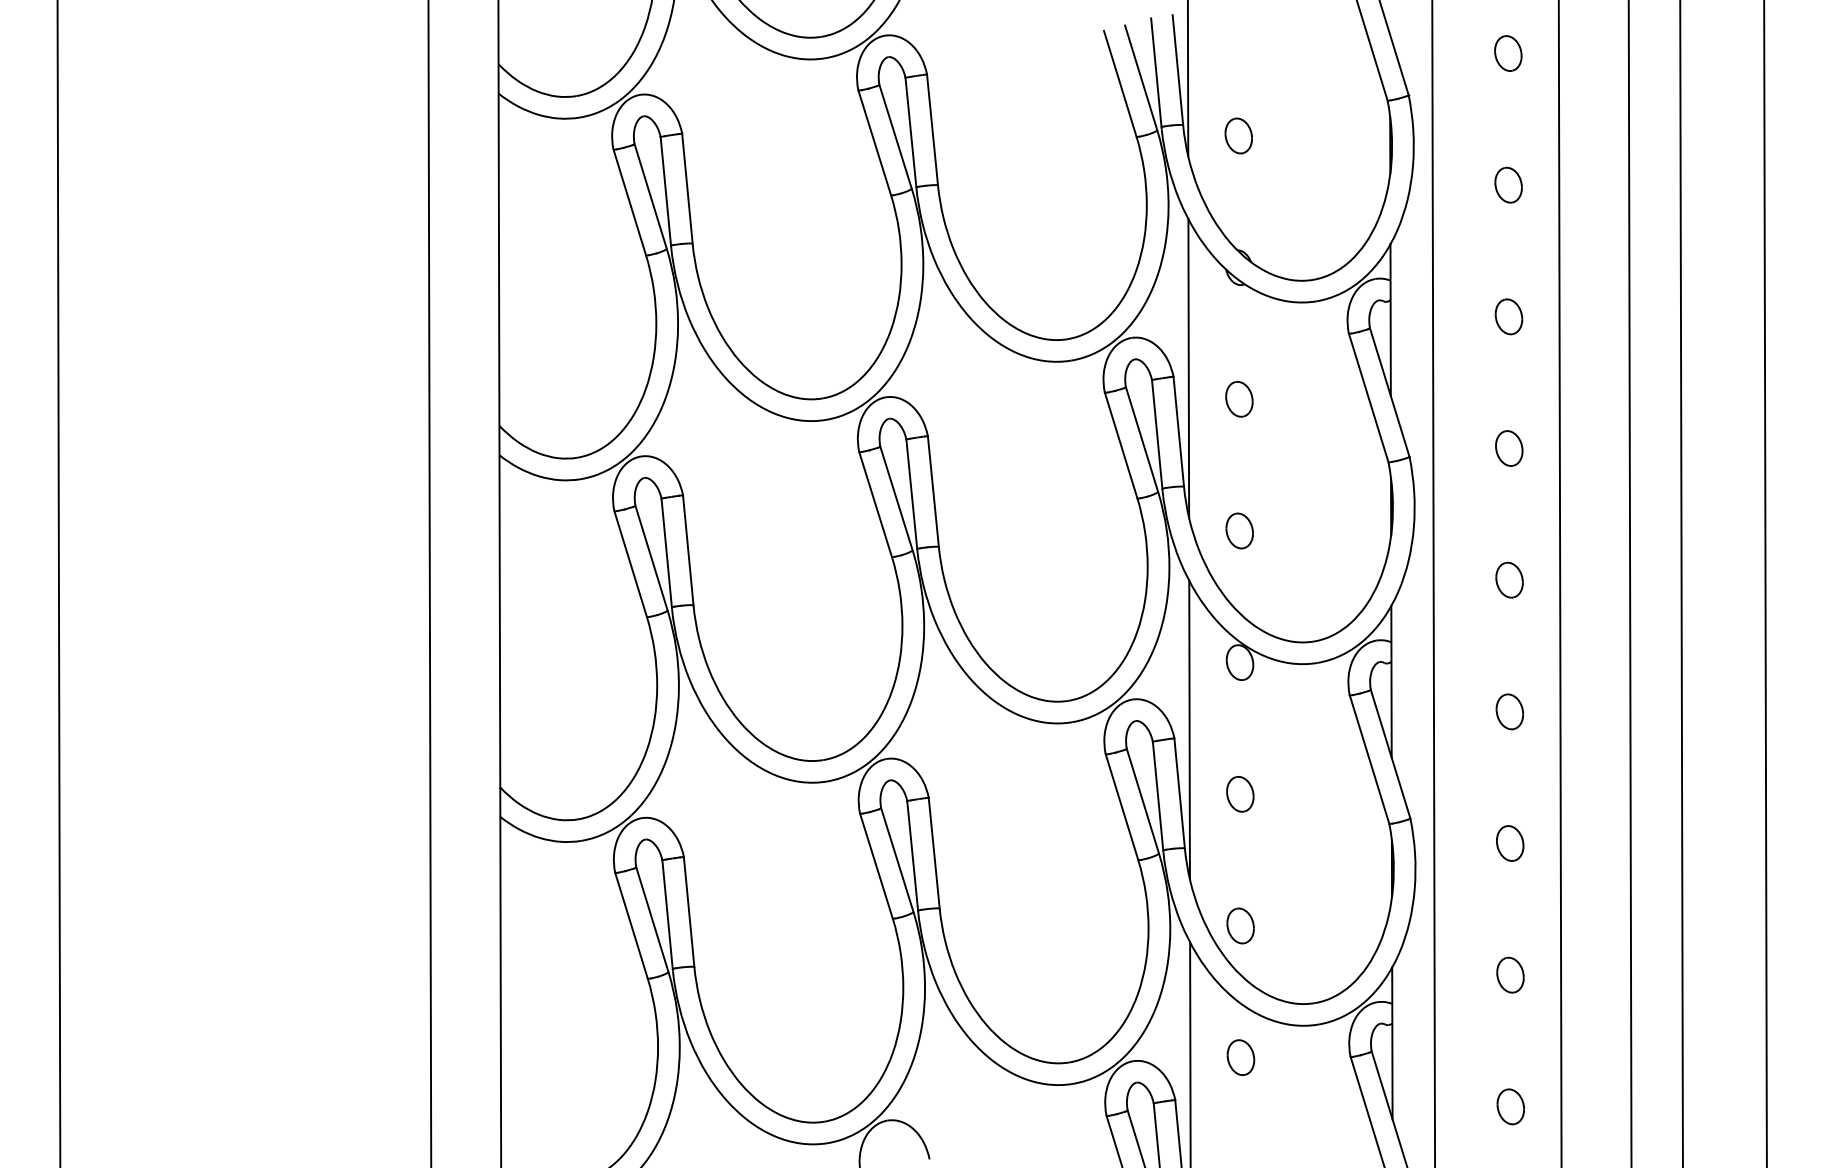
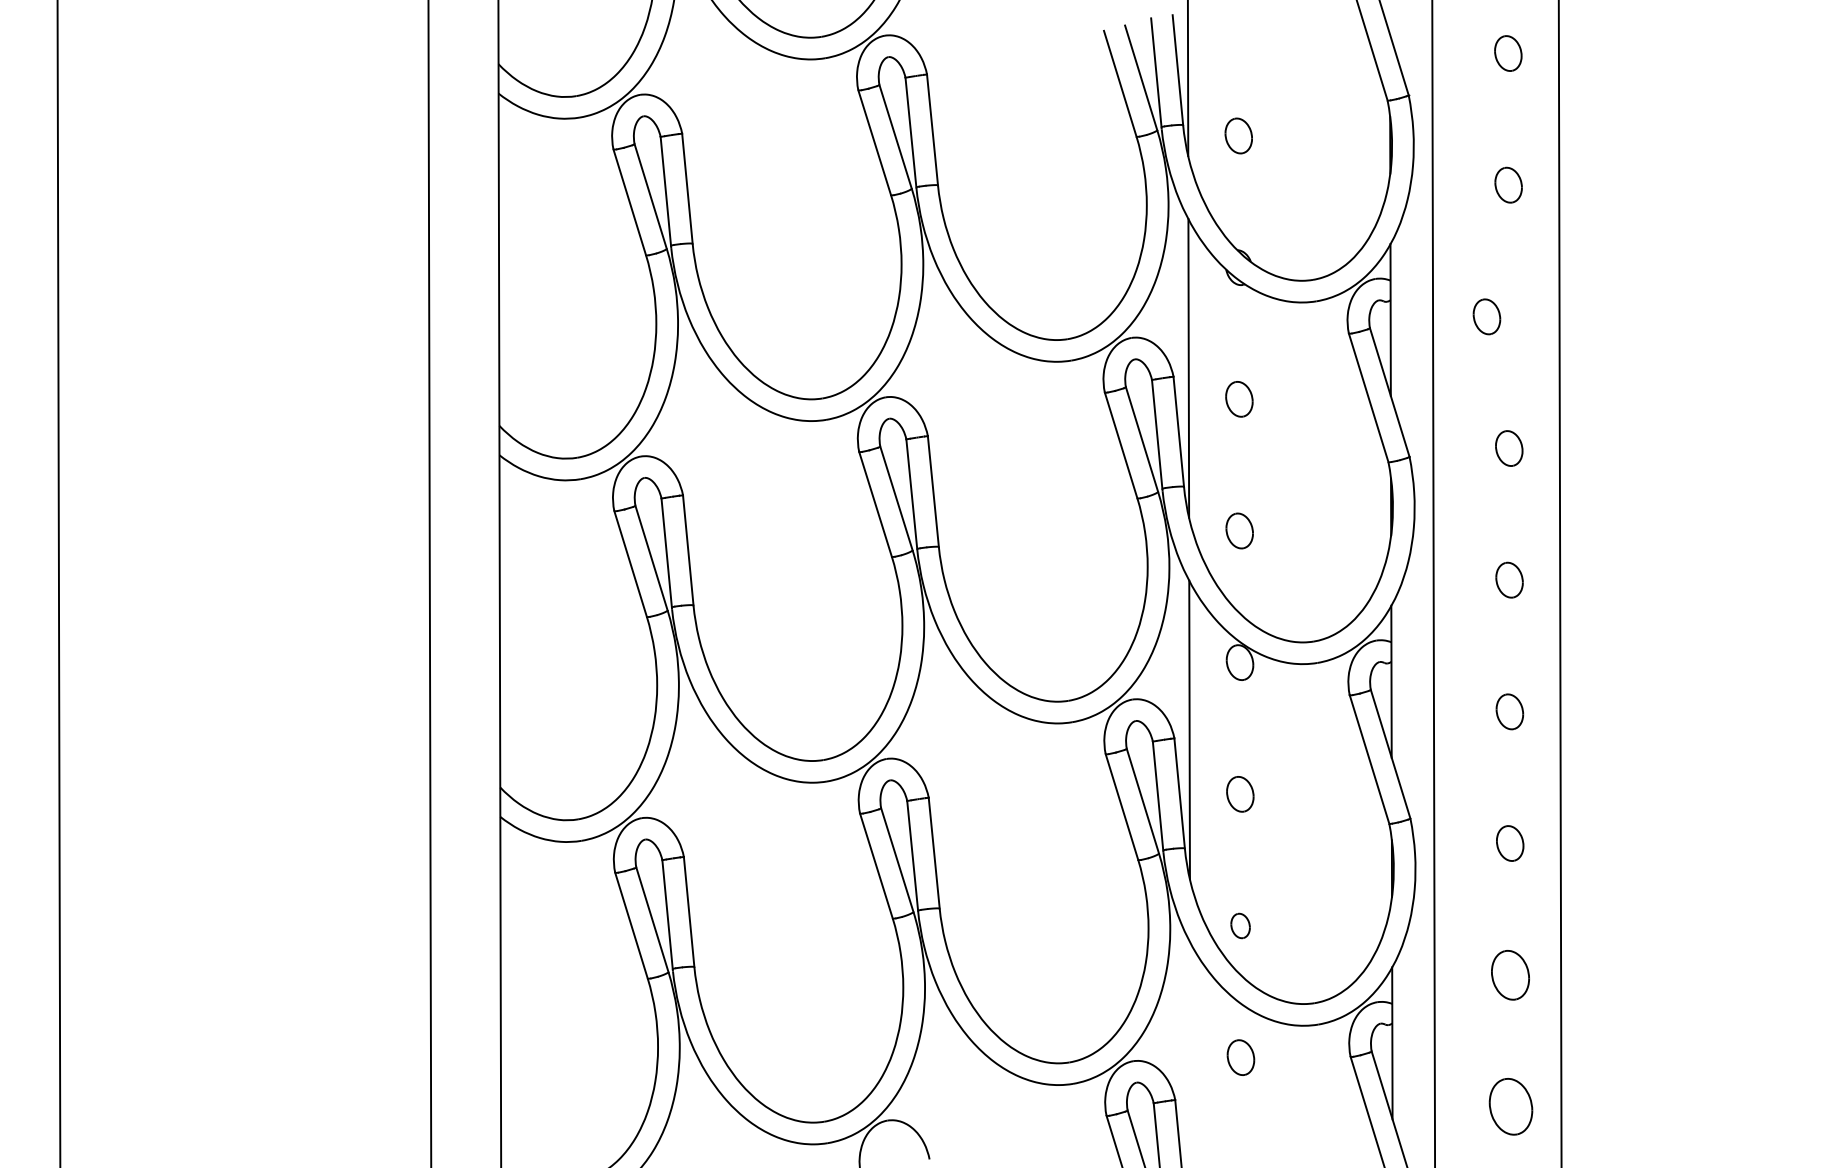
part at (1508, 316) position: (1508, 316) -> (1486, 316)
line at (1629, 583): present -> none
line at (1681, 583): present -> none
line at (1765, 583): present -> none
part at (1240, 925) size: 29x38 px -> 21x28 px
part at (1510, 974) size: 29x38 px -> 39x51 px
line at (1190, 1053): present -> none
part at (1510, 1106) size: 29x38 px -> 46x58 px
